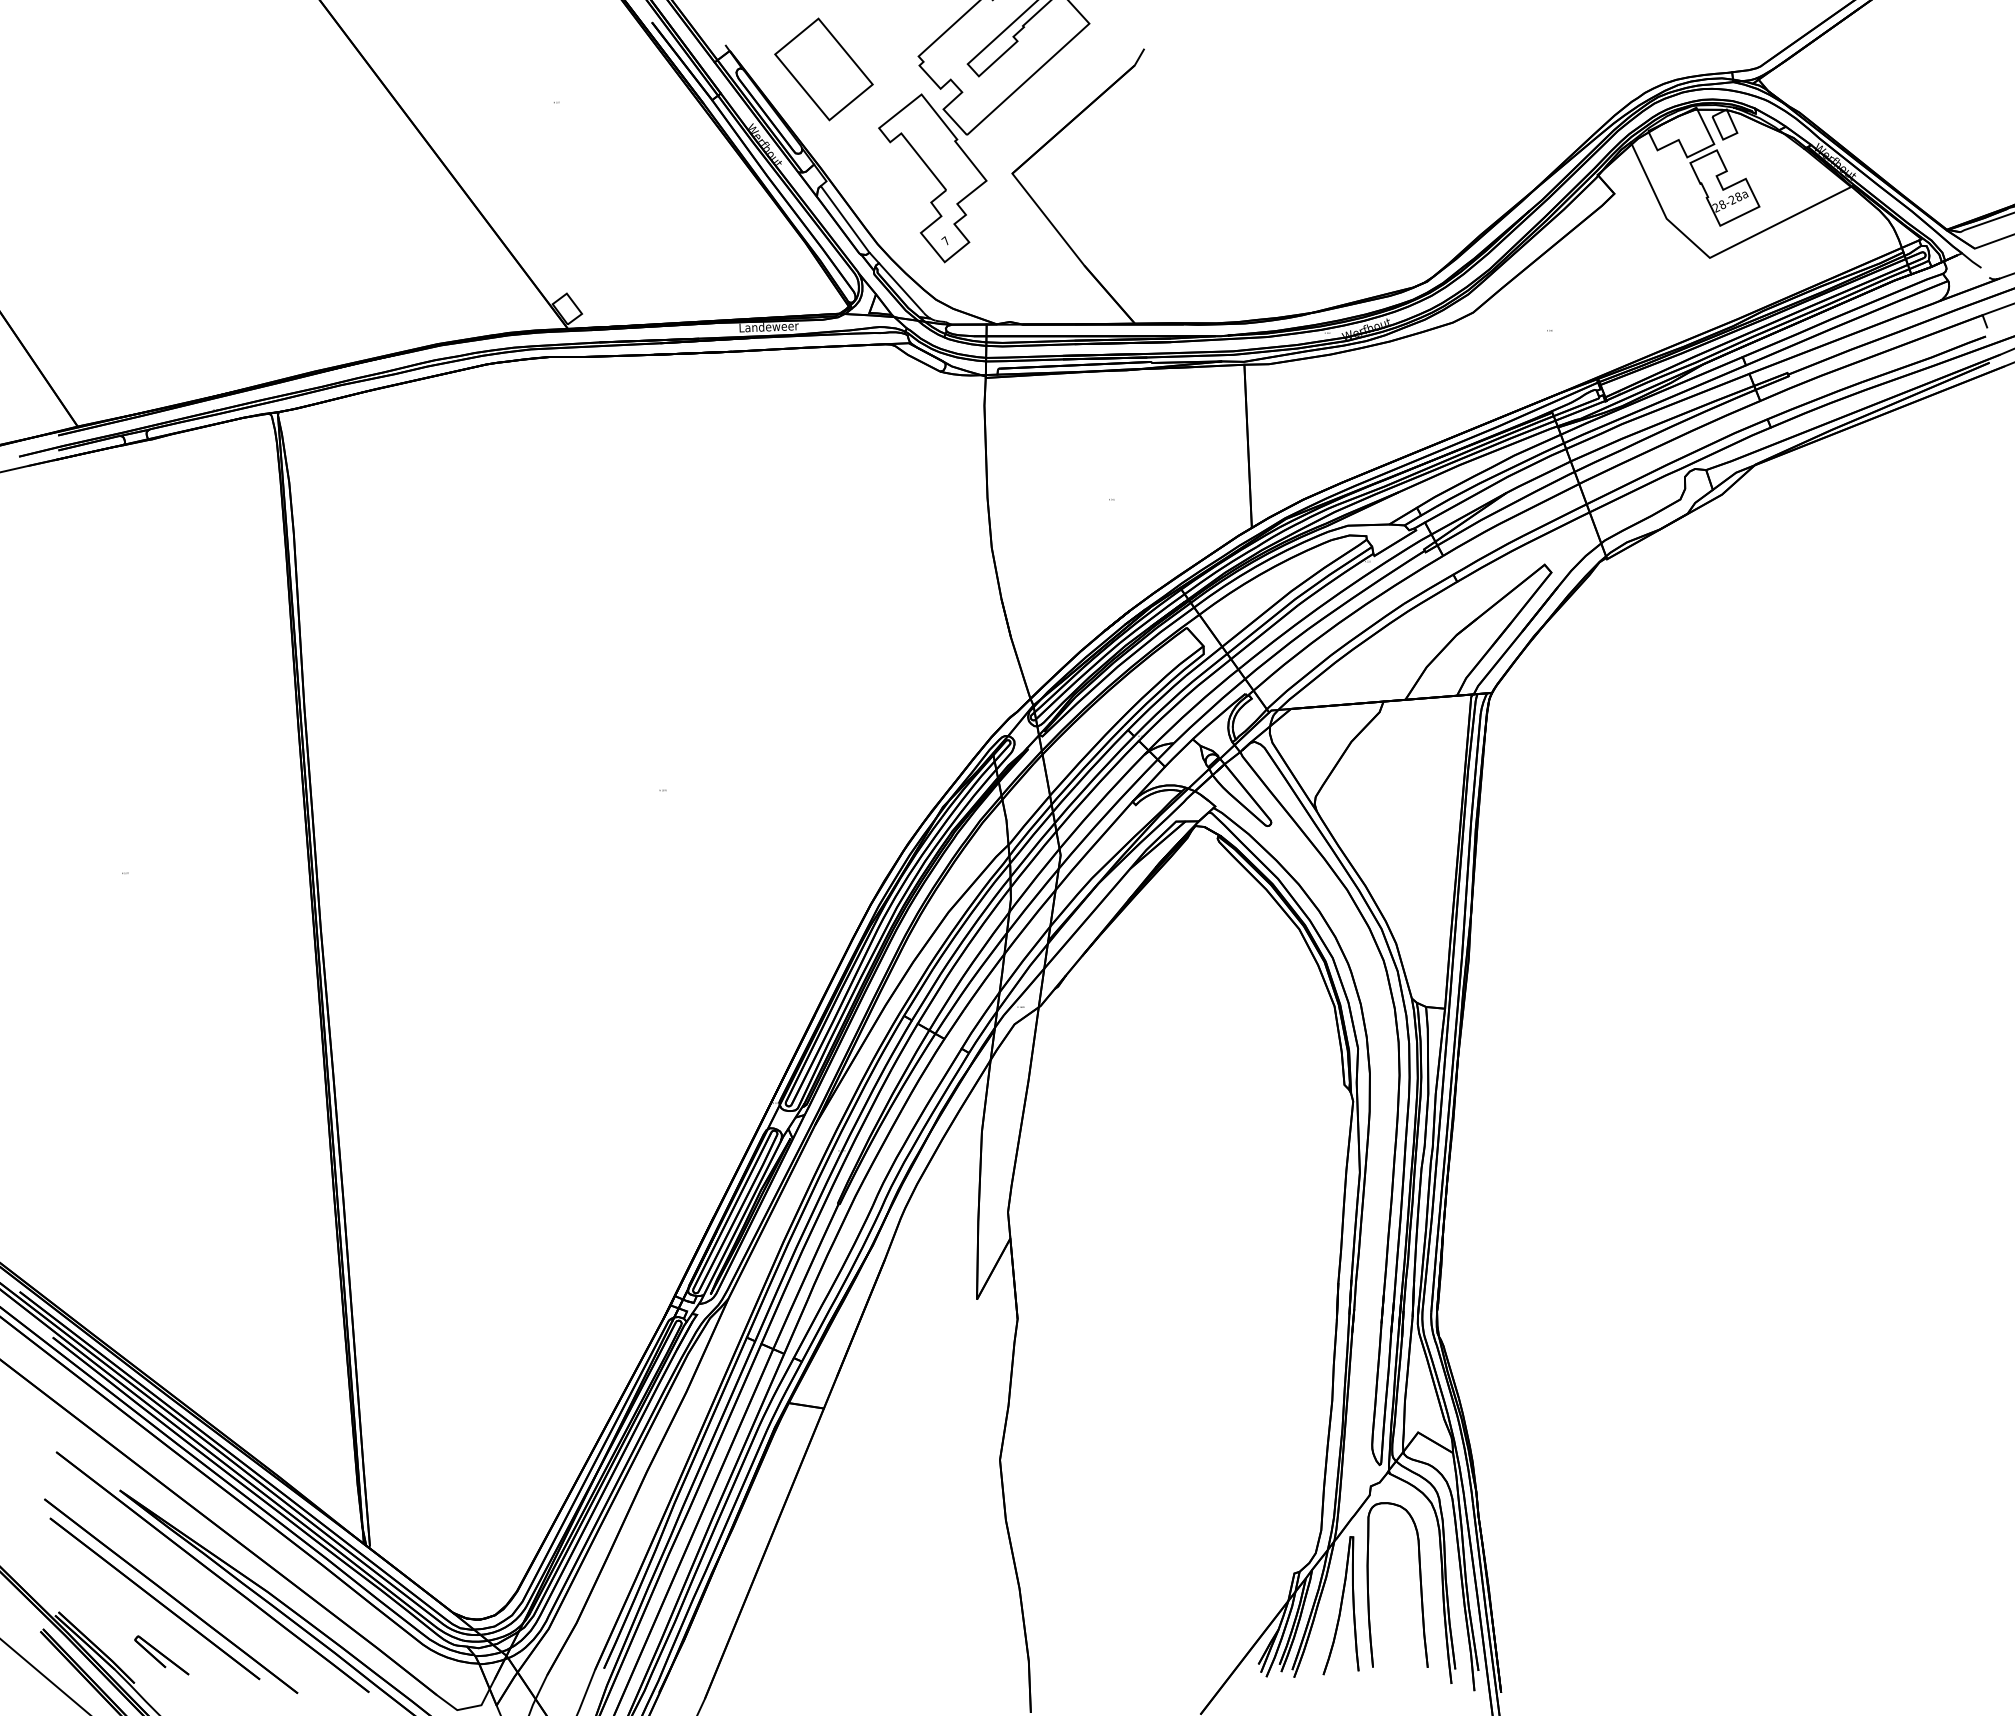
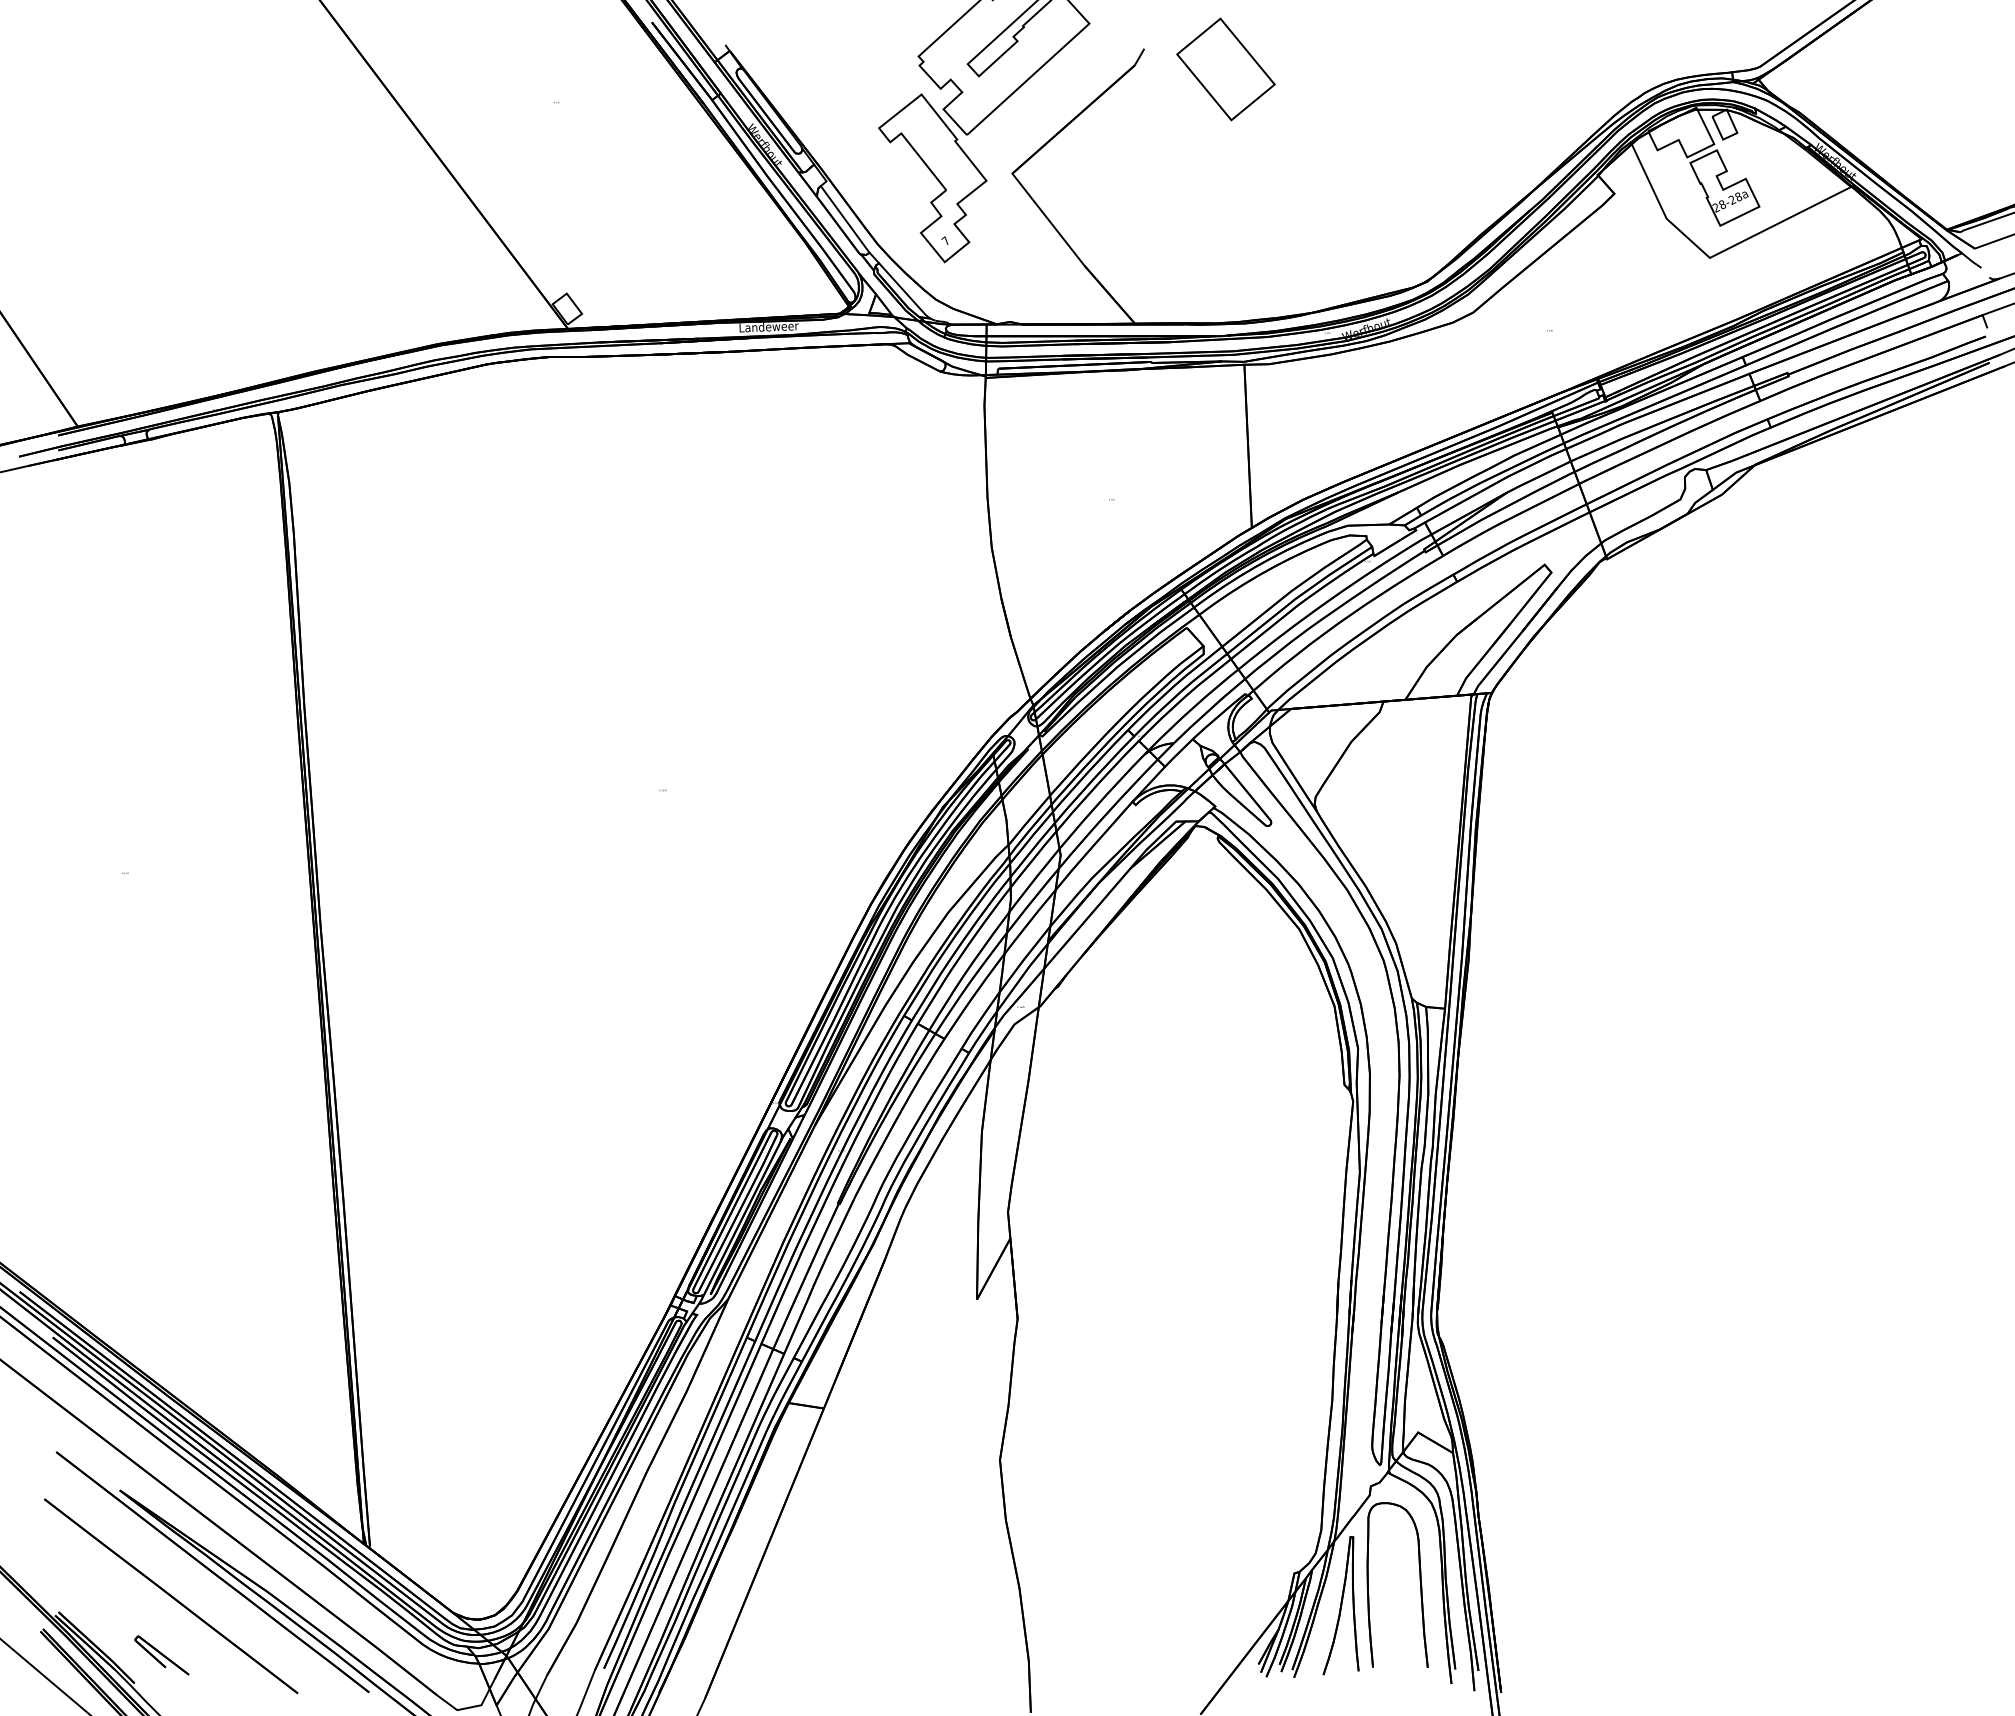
part at (823, 69) position: (823, 69) -> (1225, 69)
line at (154, 1598): present -> none
